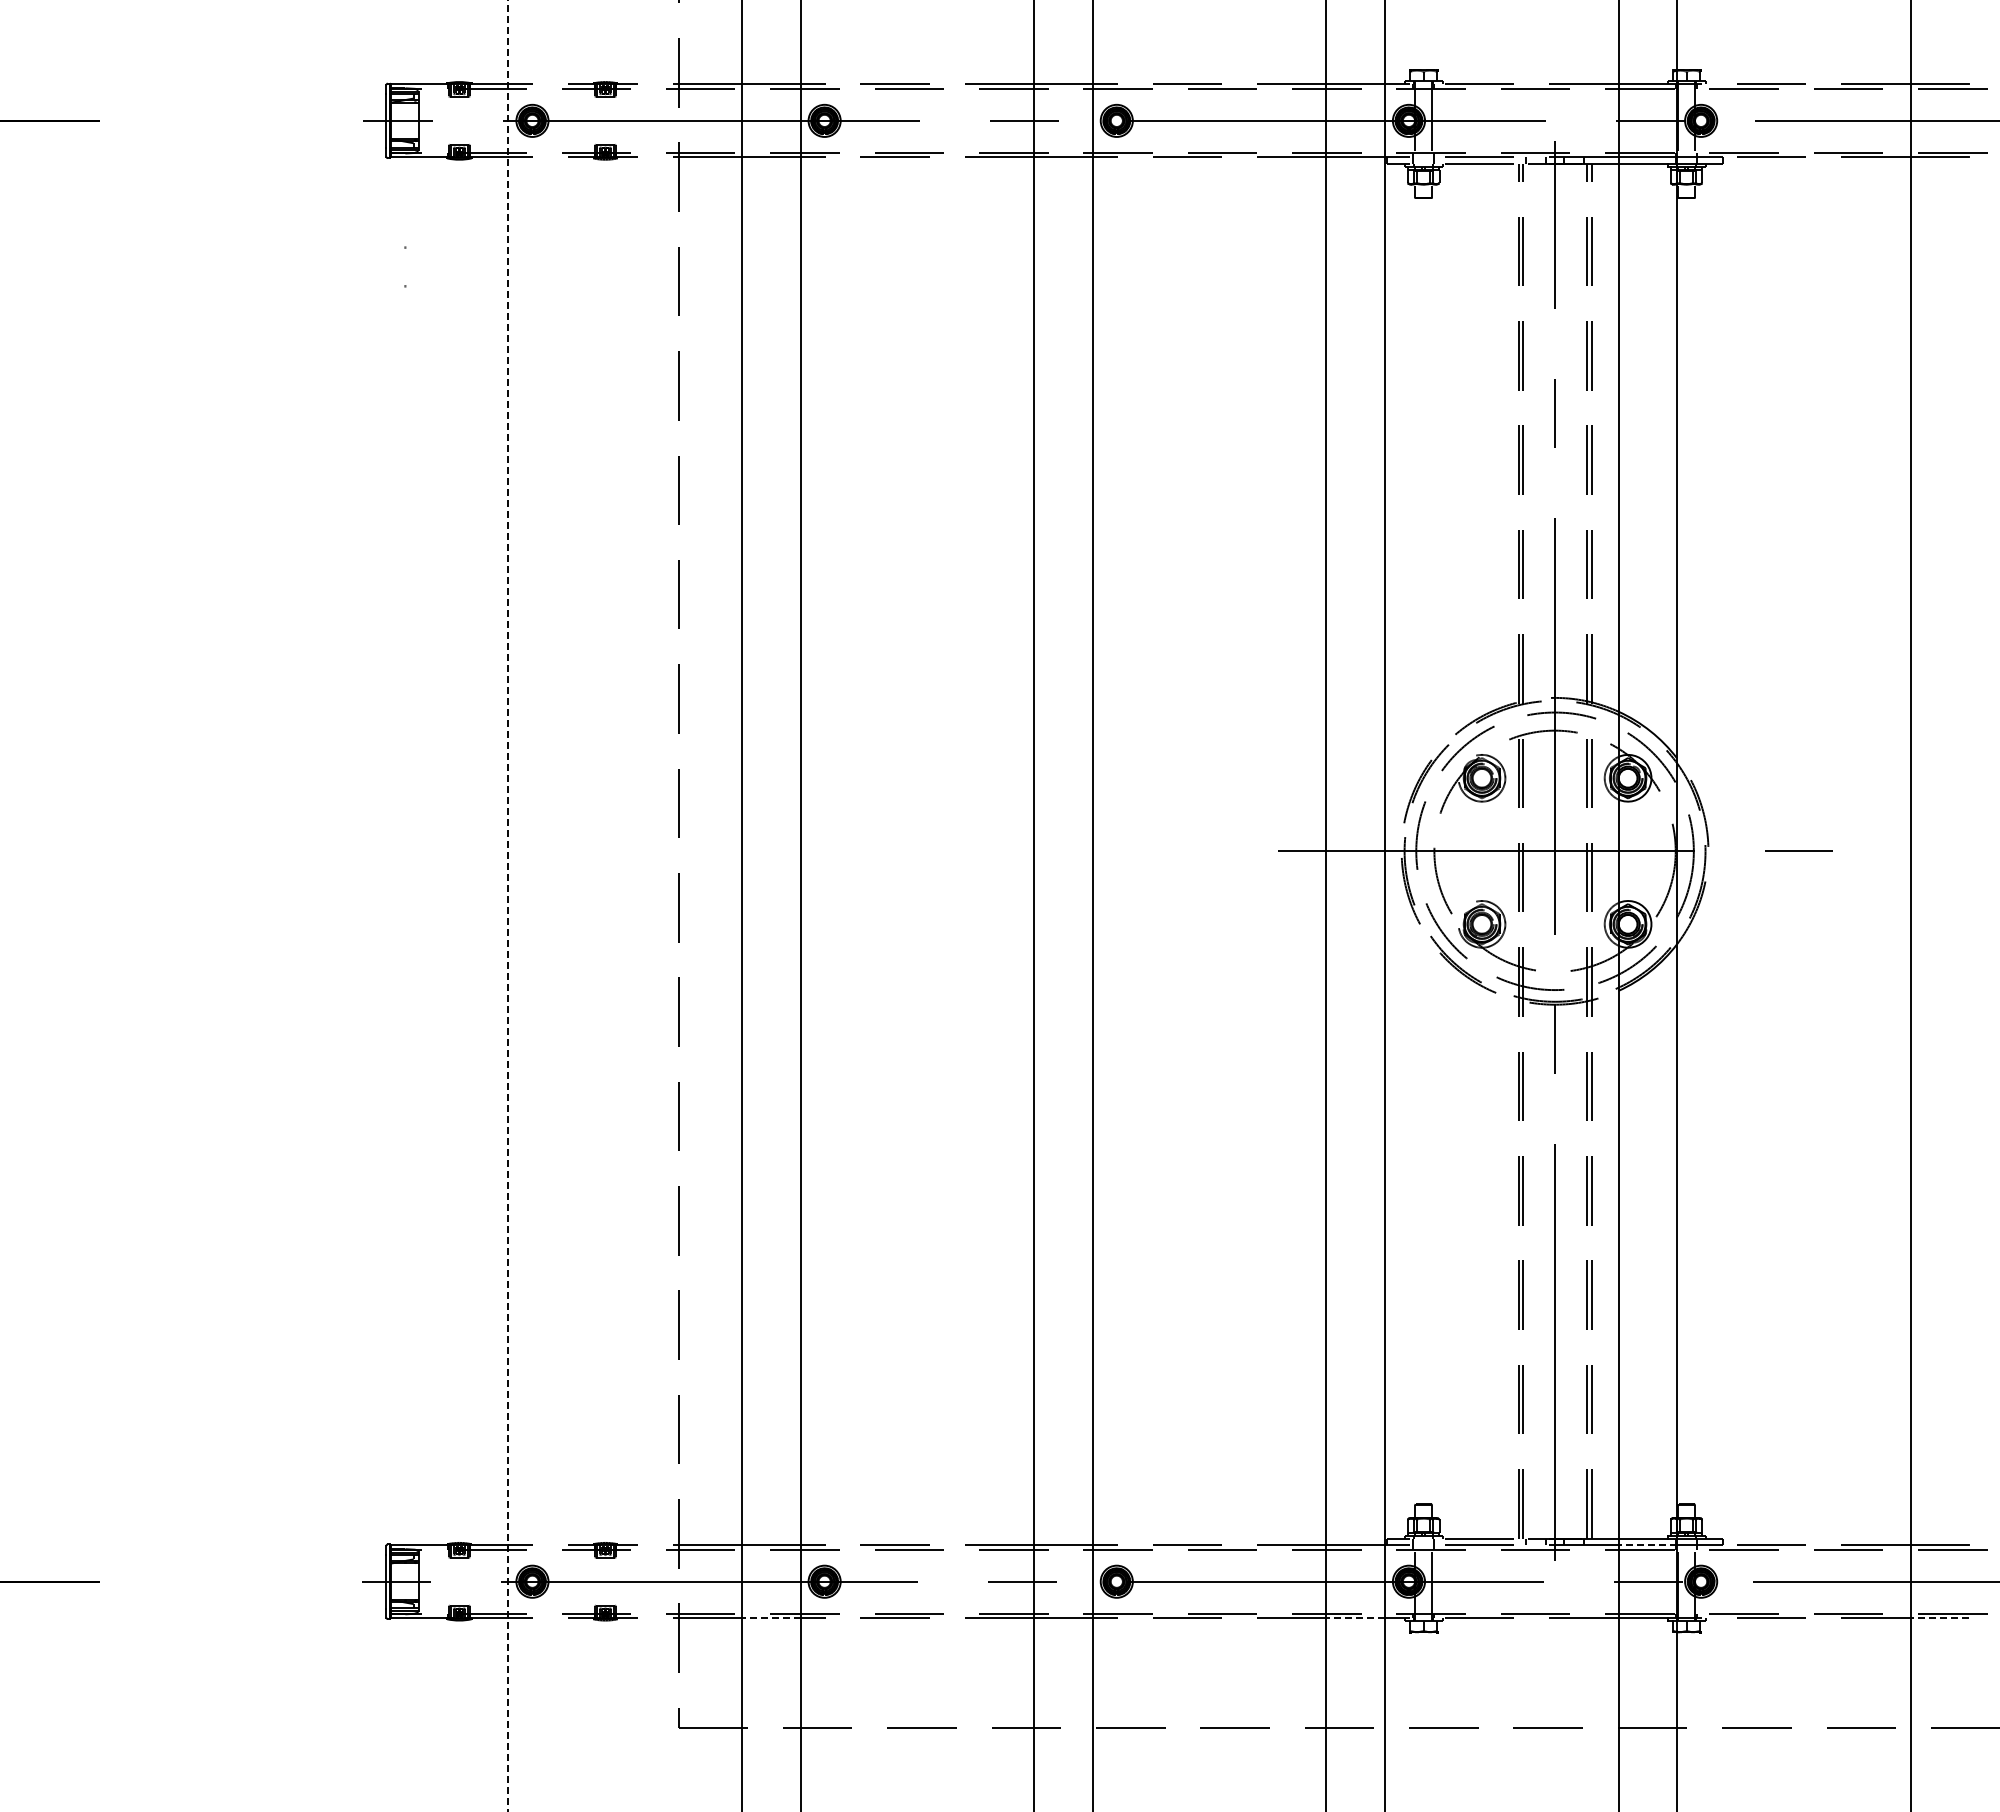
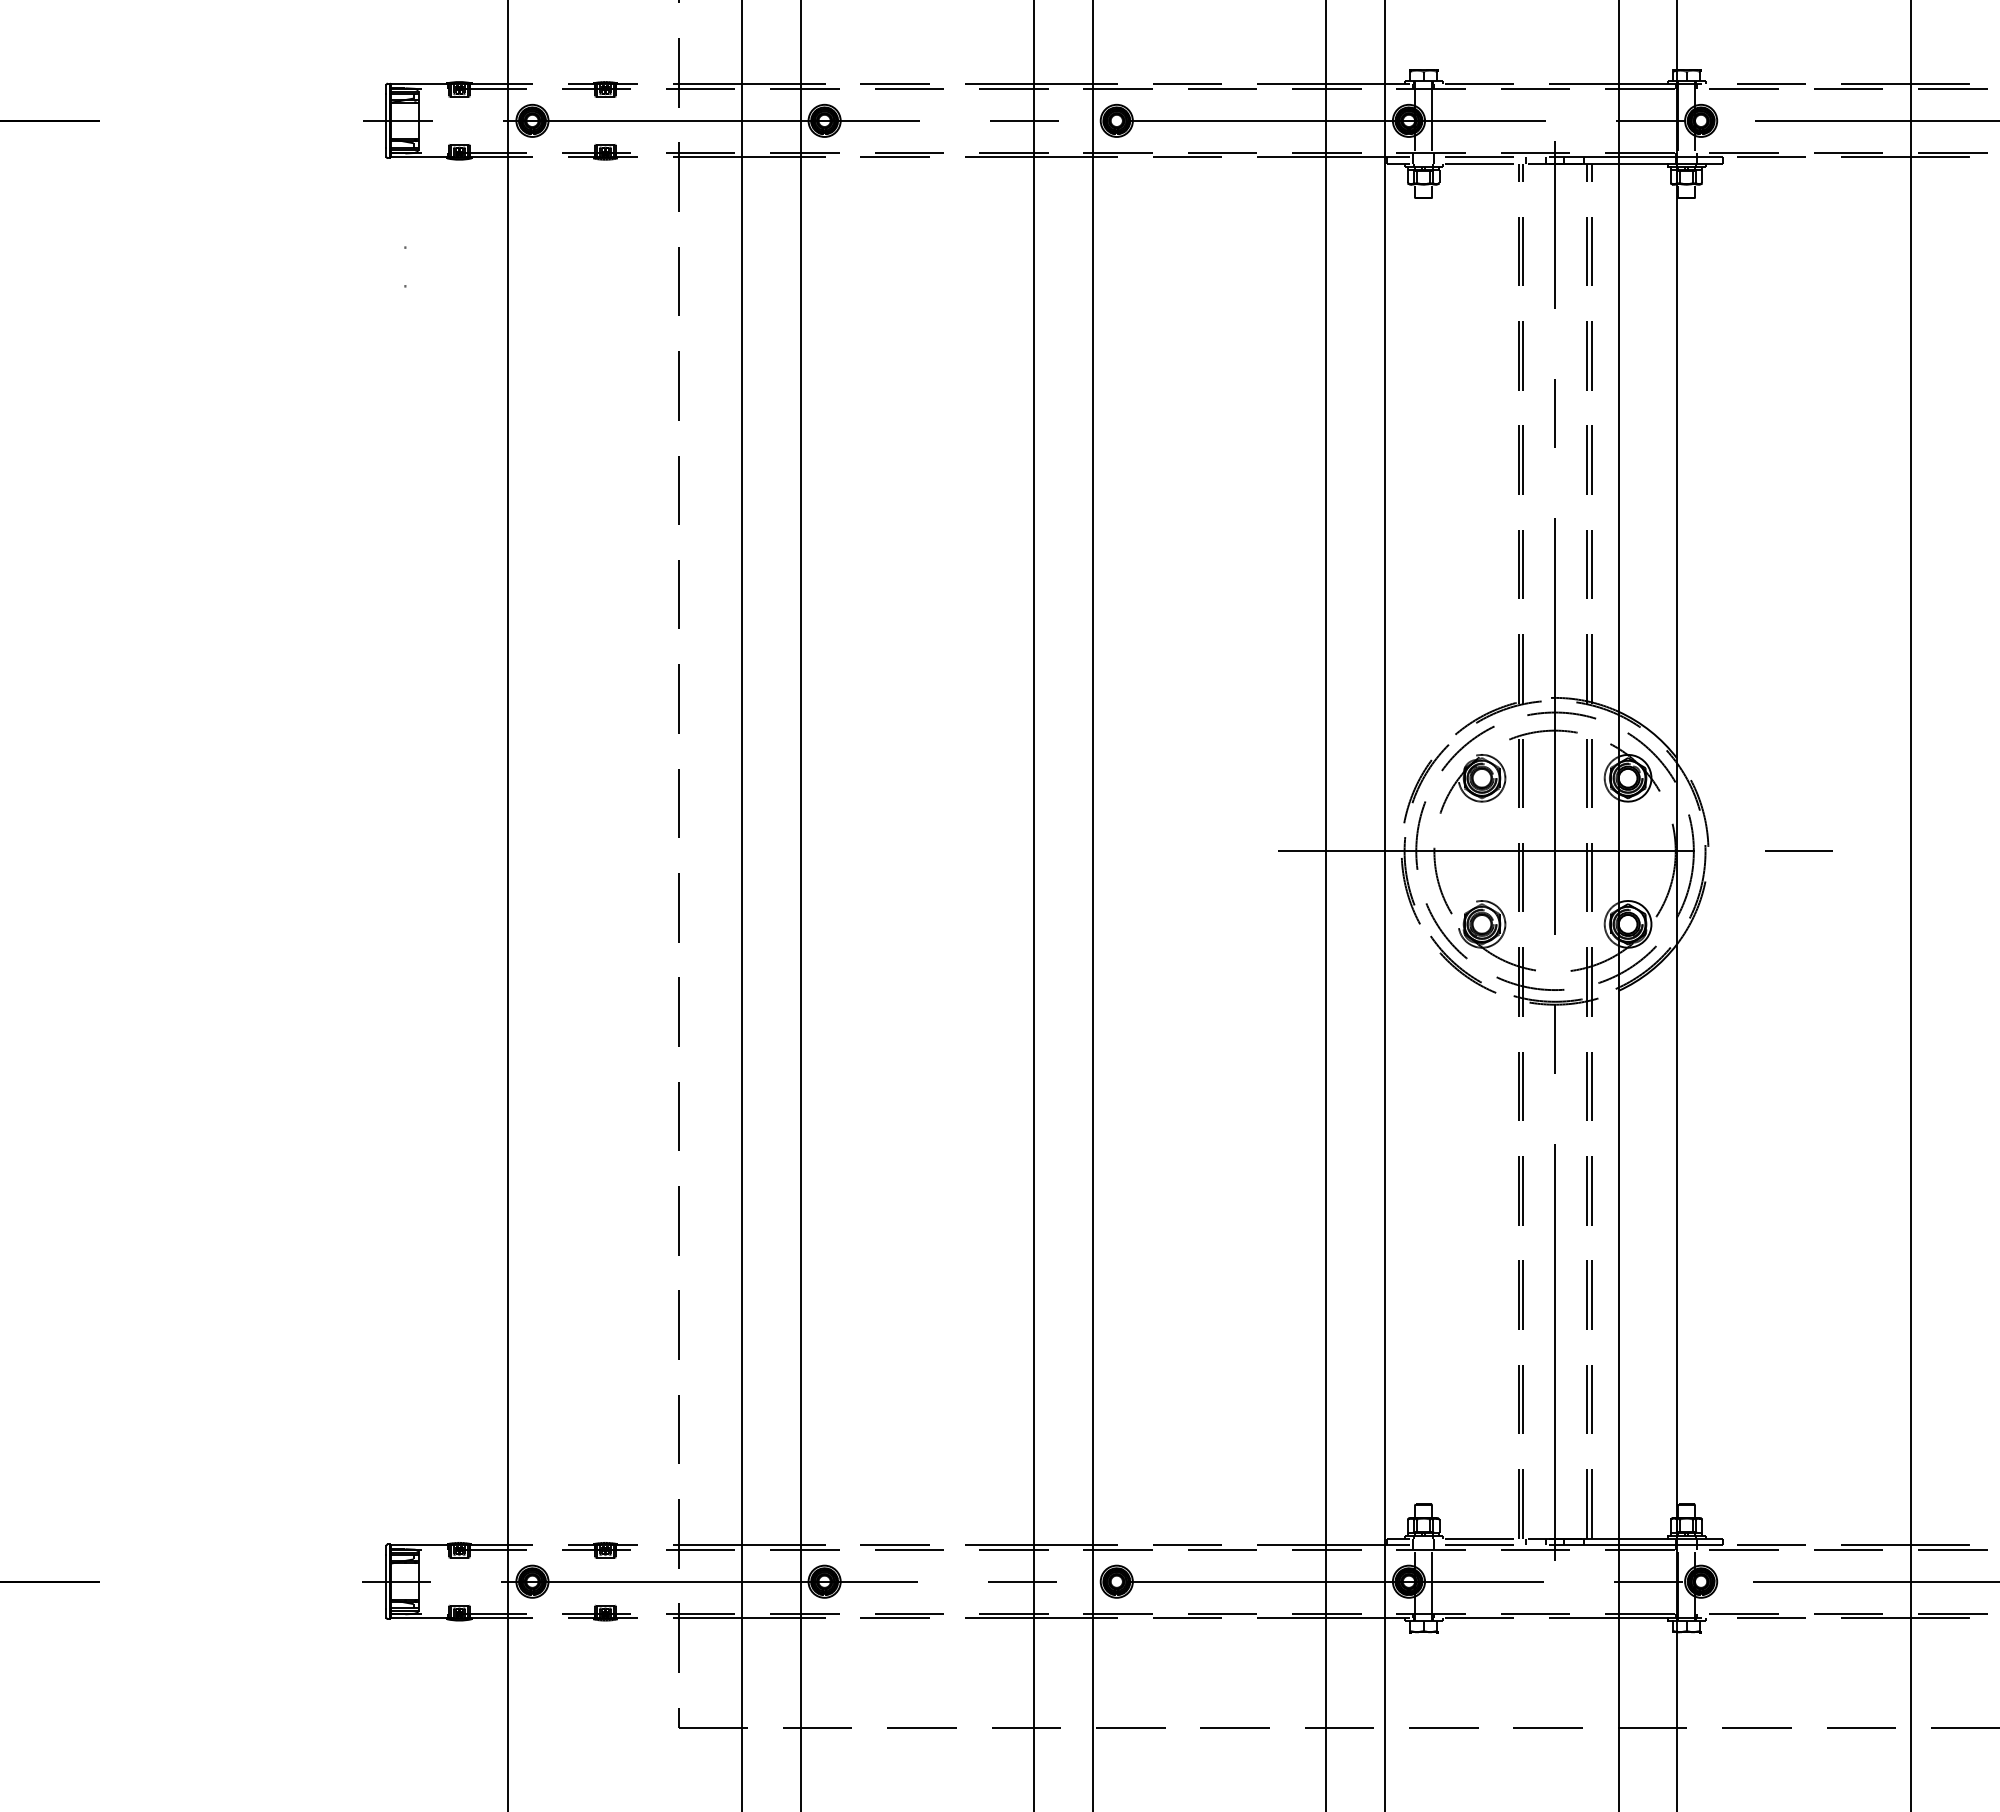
line at (508, 906): dashed -> solid
line at (1647, 1545): dashed -> solid
line at (770, 1618): dashed -> solid
line at (1355, 1618): dashed -> solid
line at (1939, 1618): dashed -> solid
